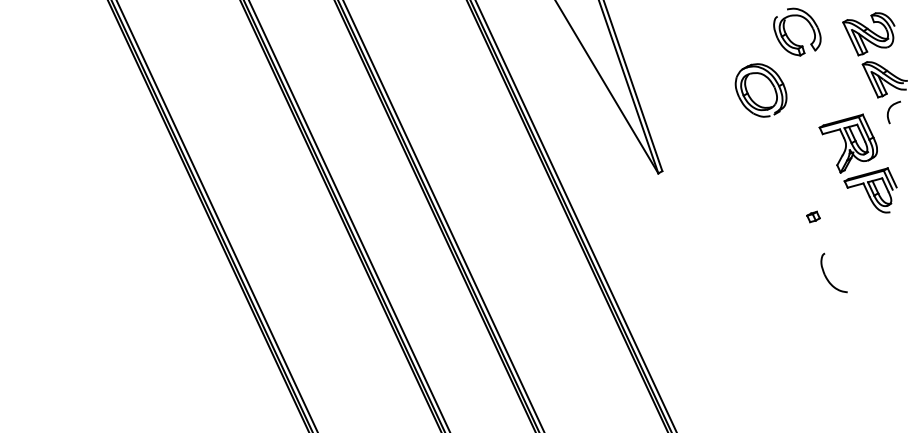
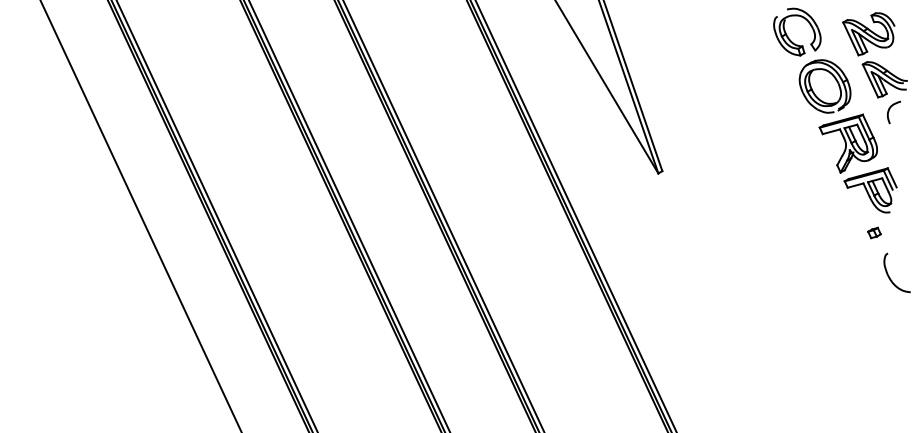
part at (760, 90) position: (760, 90) -> (824, 86)
line at (140, 215): none -> present
part at (813, 216) position: (813, 216) -> (874, 232)
part at (826, 275) position: (826, 275) -> (889, 275)
